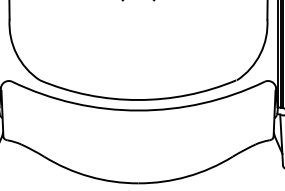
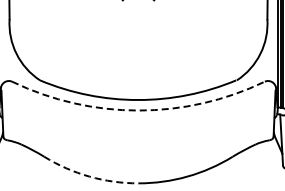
arc at (138, 110): solid -> dashed
arc at (89, 176): solid -> dashed
